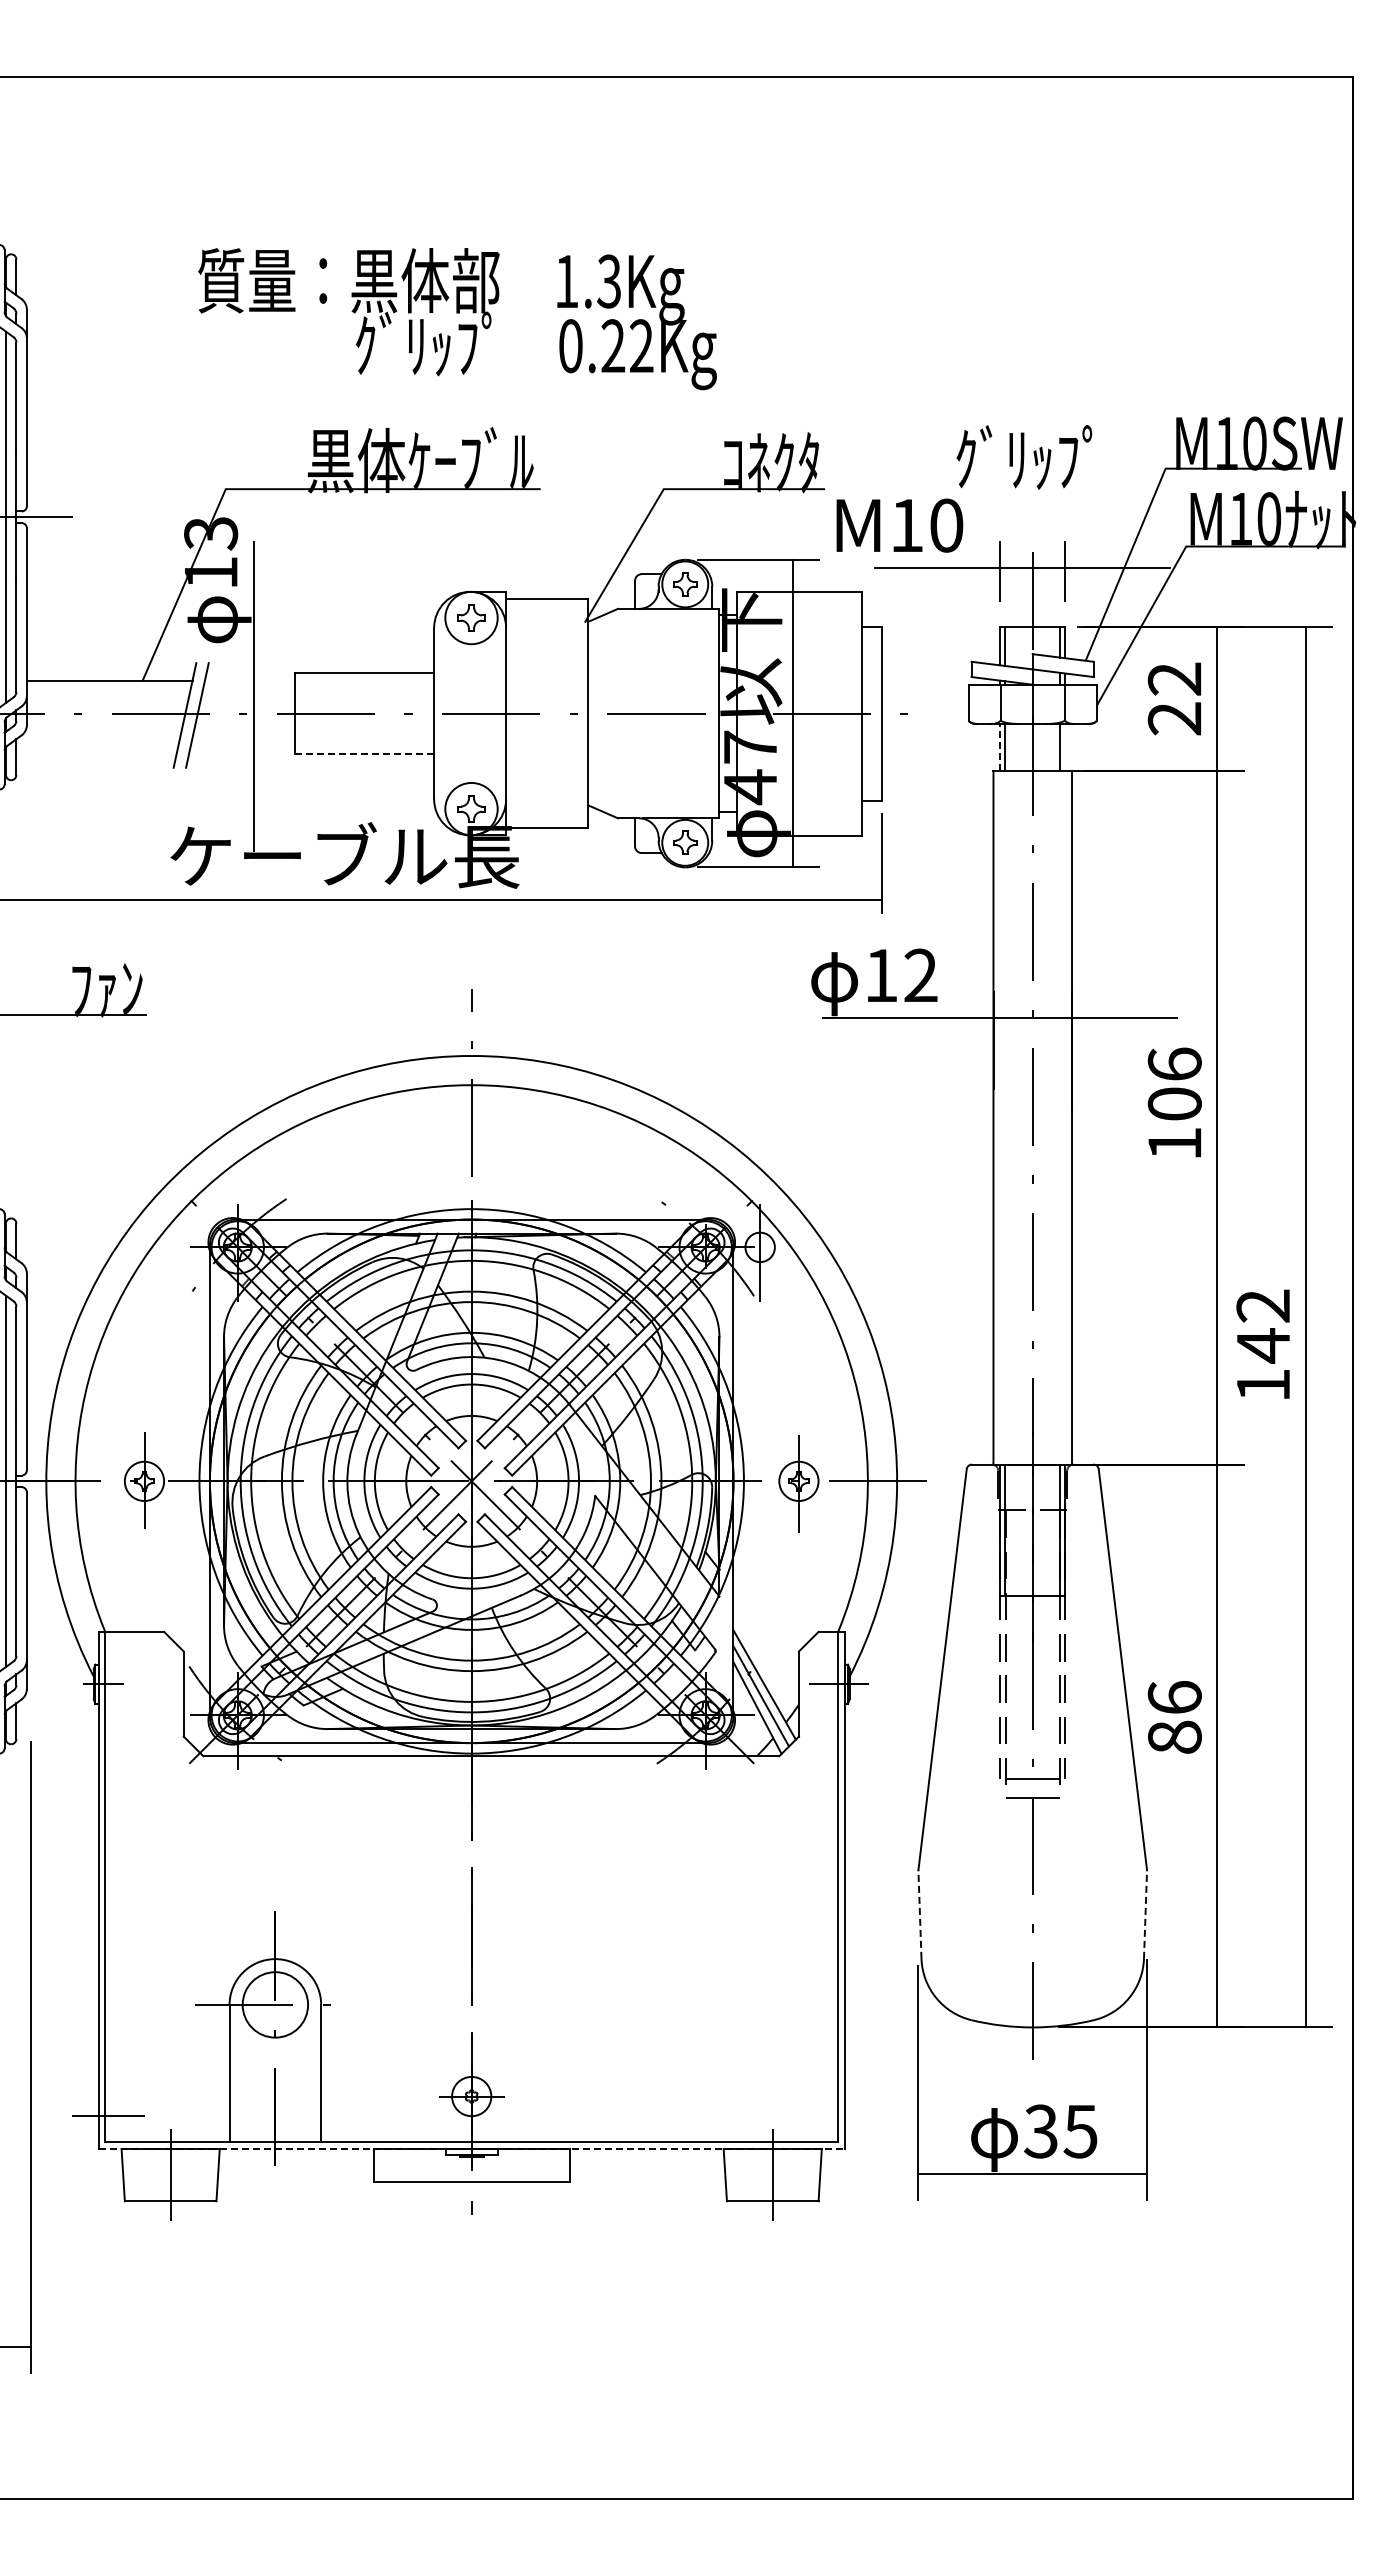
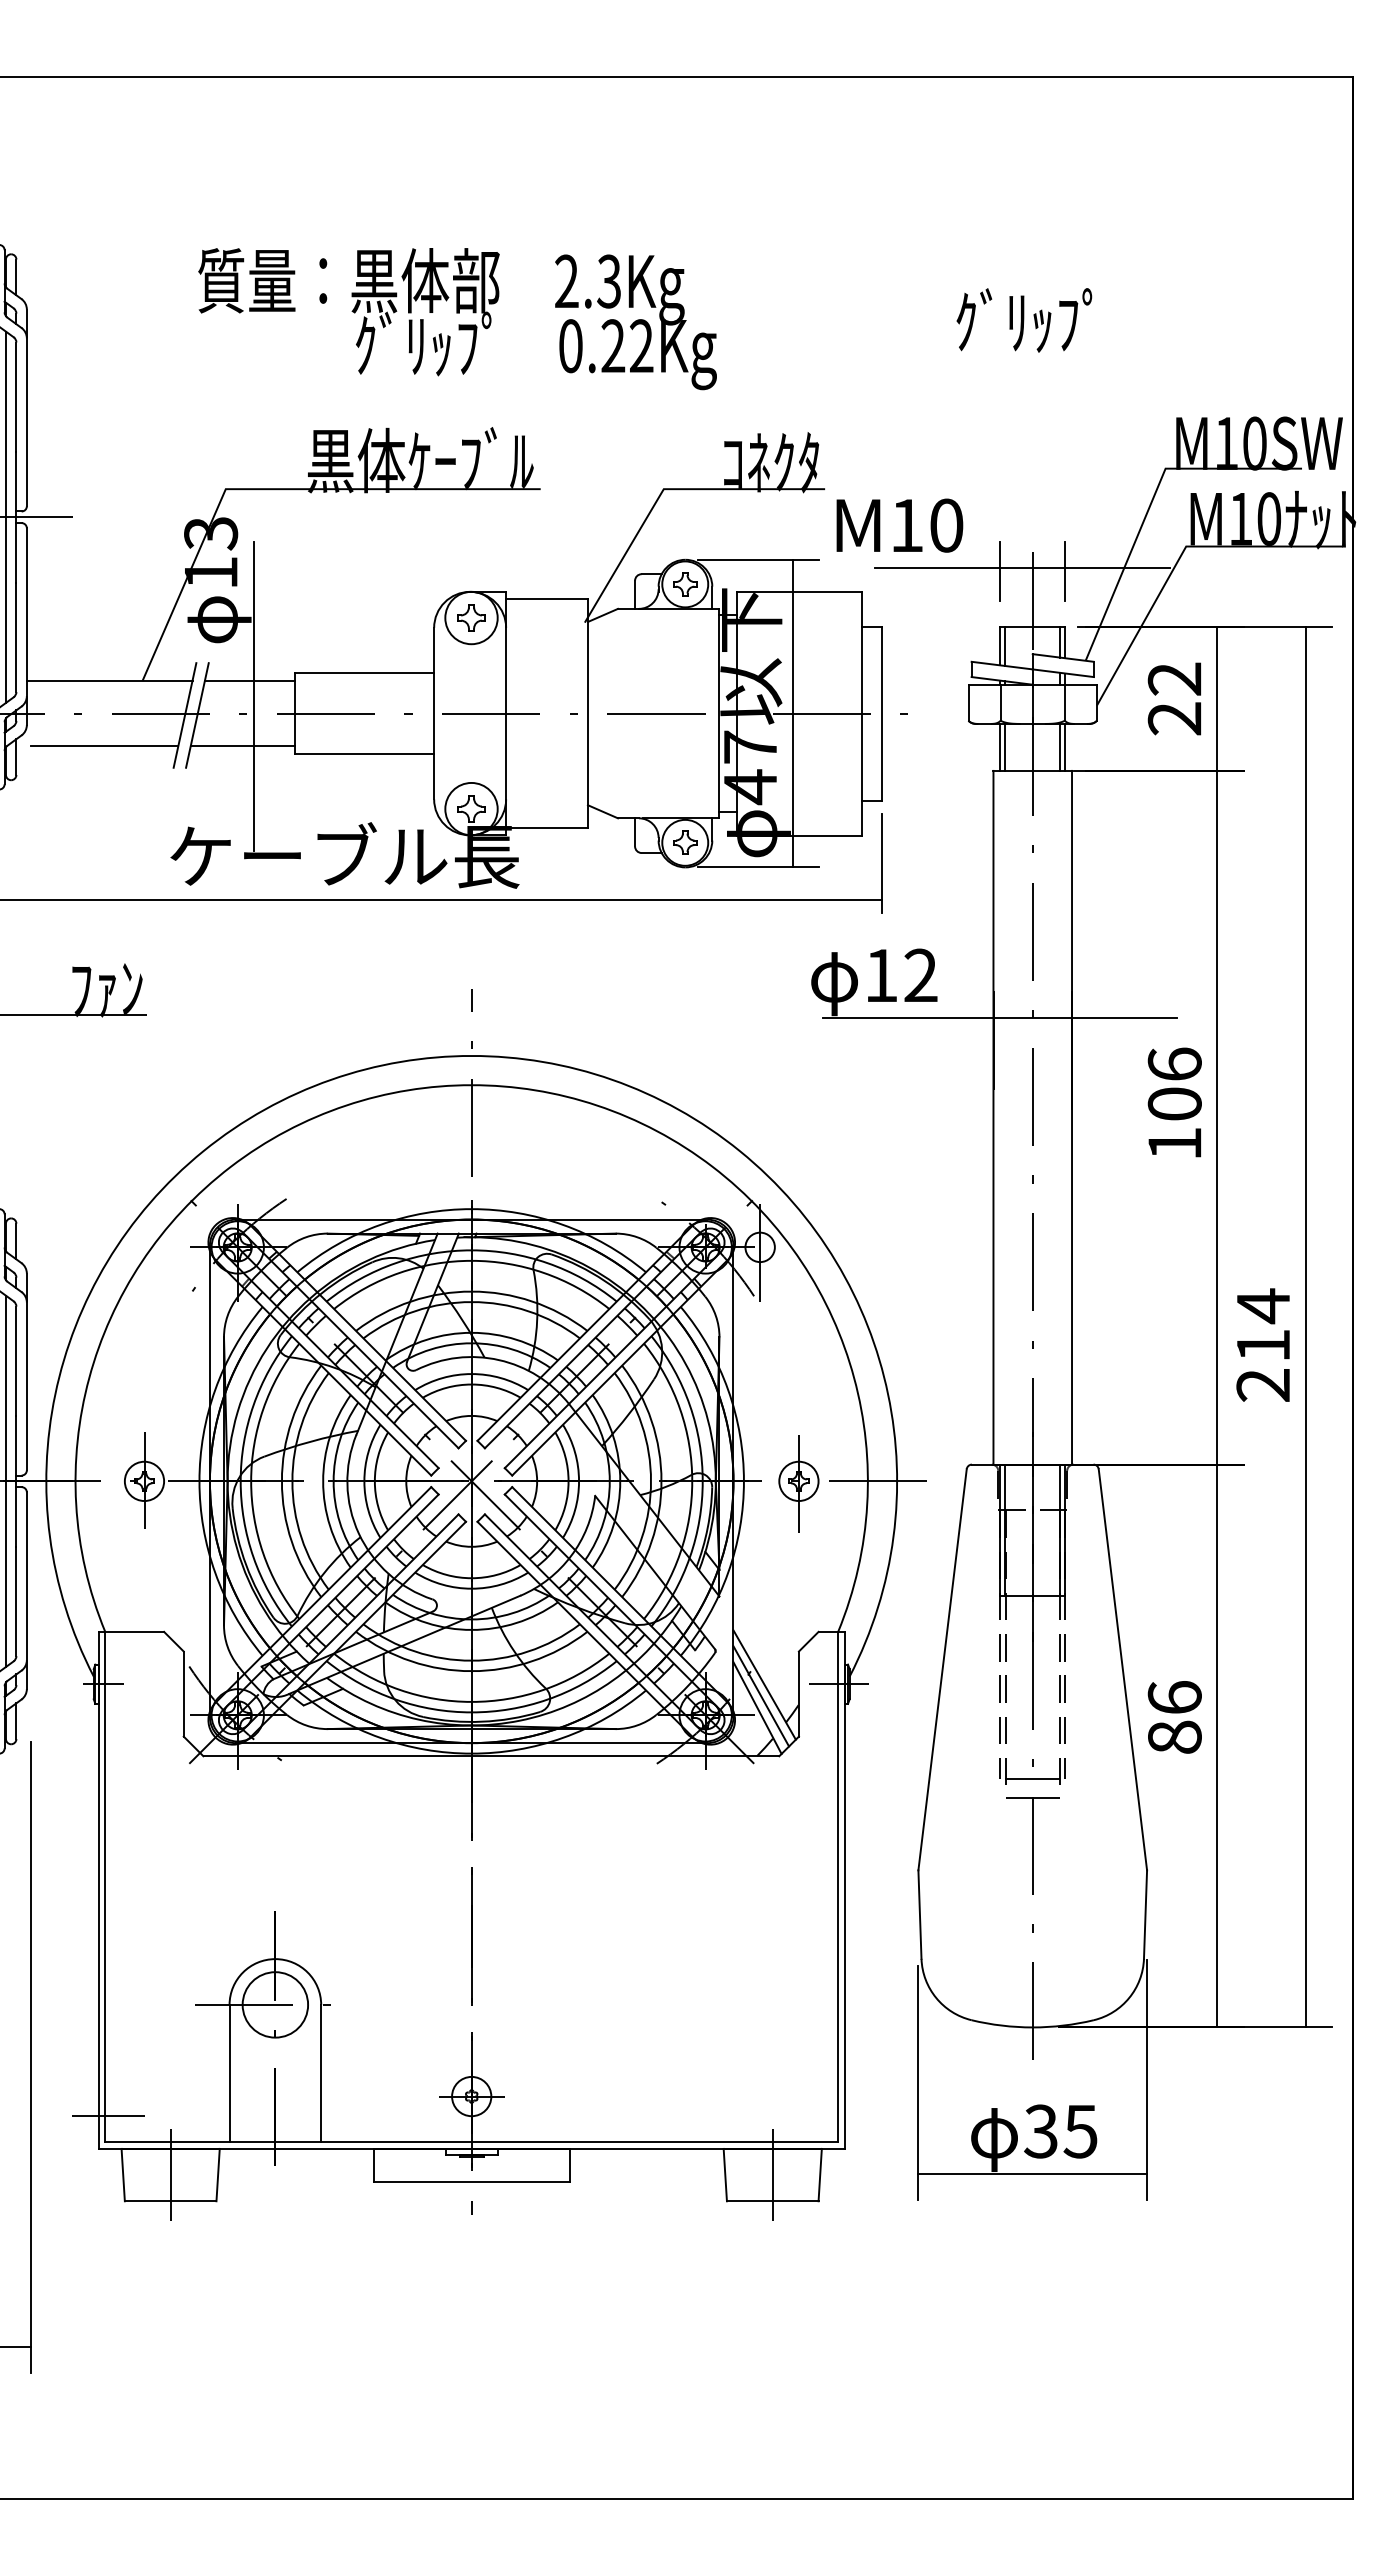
text at (566, 280): 1.3Kg -> 2.3Kg
text at (1024, 457) position: (1024, 457) -> (1024, 320)
line at (249, 680): none -> present
line at (104, 746): none -> present
line at (242, 746): none -> present
line at (1000, 746): dashed -> solid
line at (1065, 746): none -> present
line at (364, 754): dashed -> solid
text at (1262, 1344): 142 -> 214
line at (919, 1914): dashed -> solid
line at (1145, 1914): dashed -> solid
line at (472, 2148): dashed -> solid
